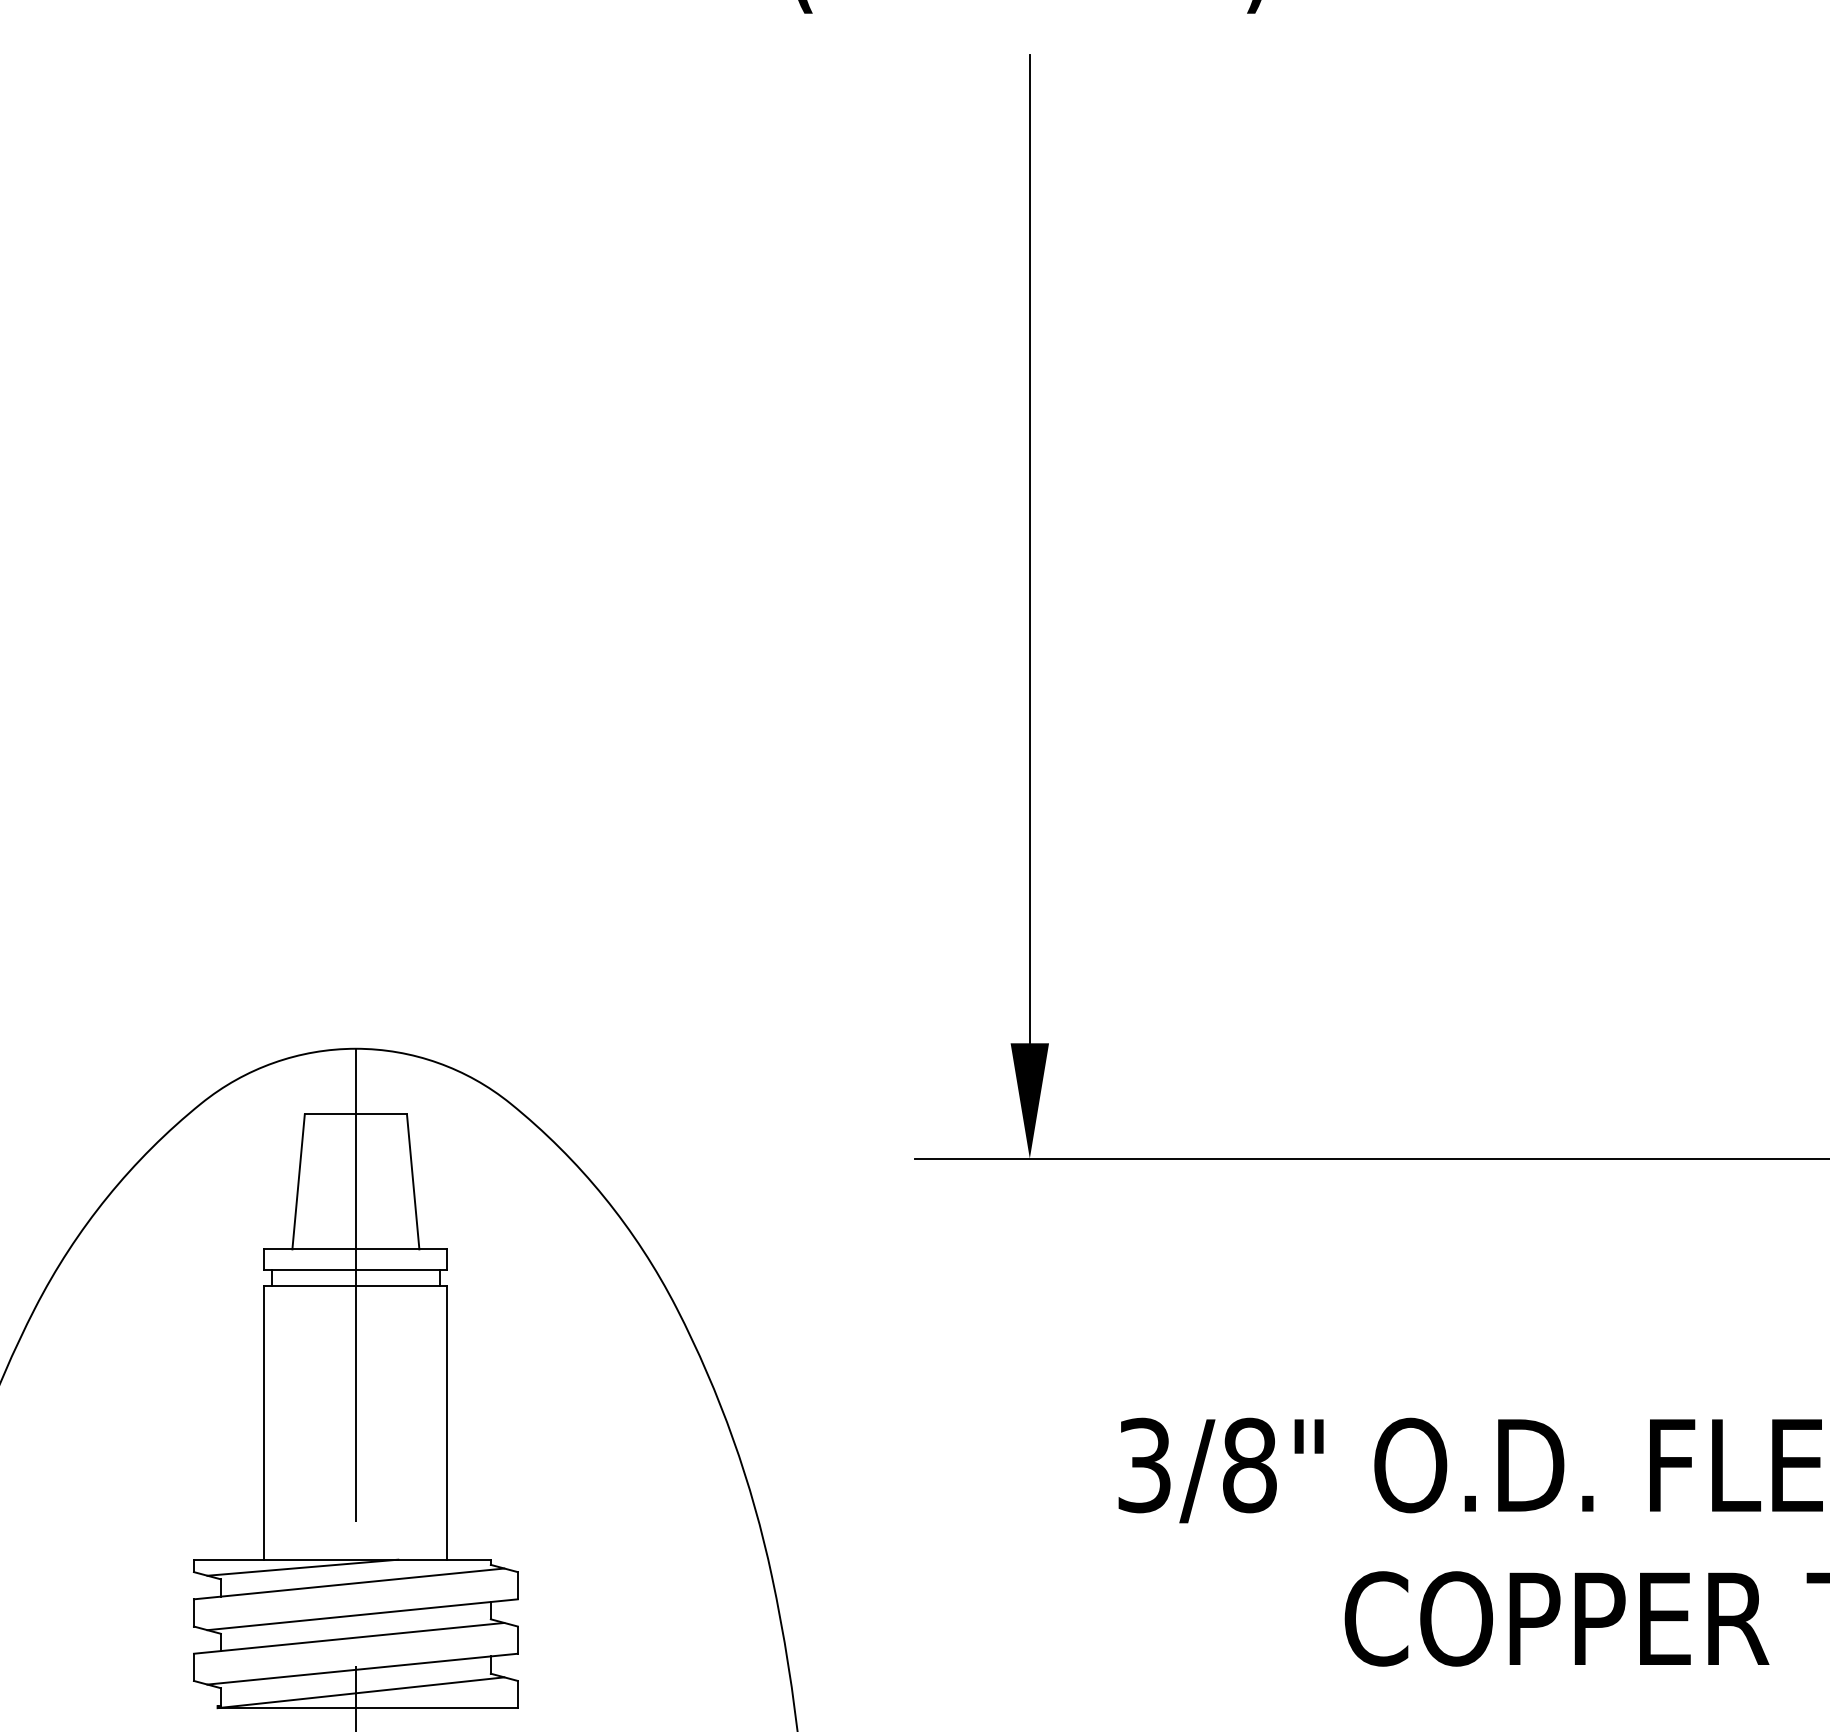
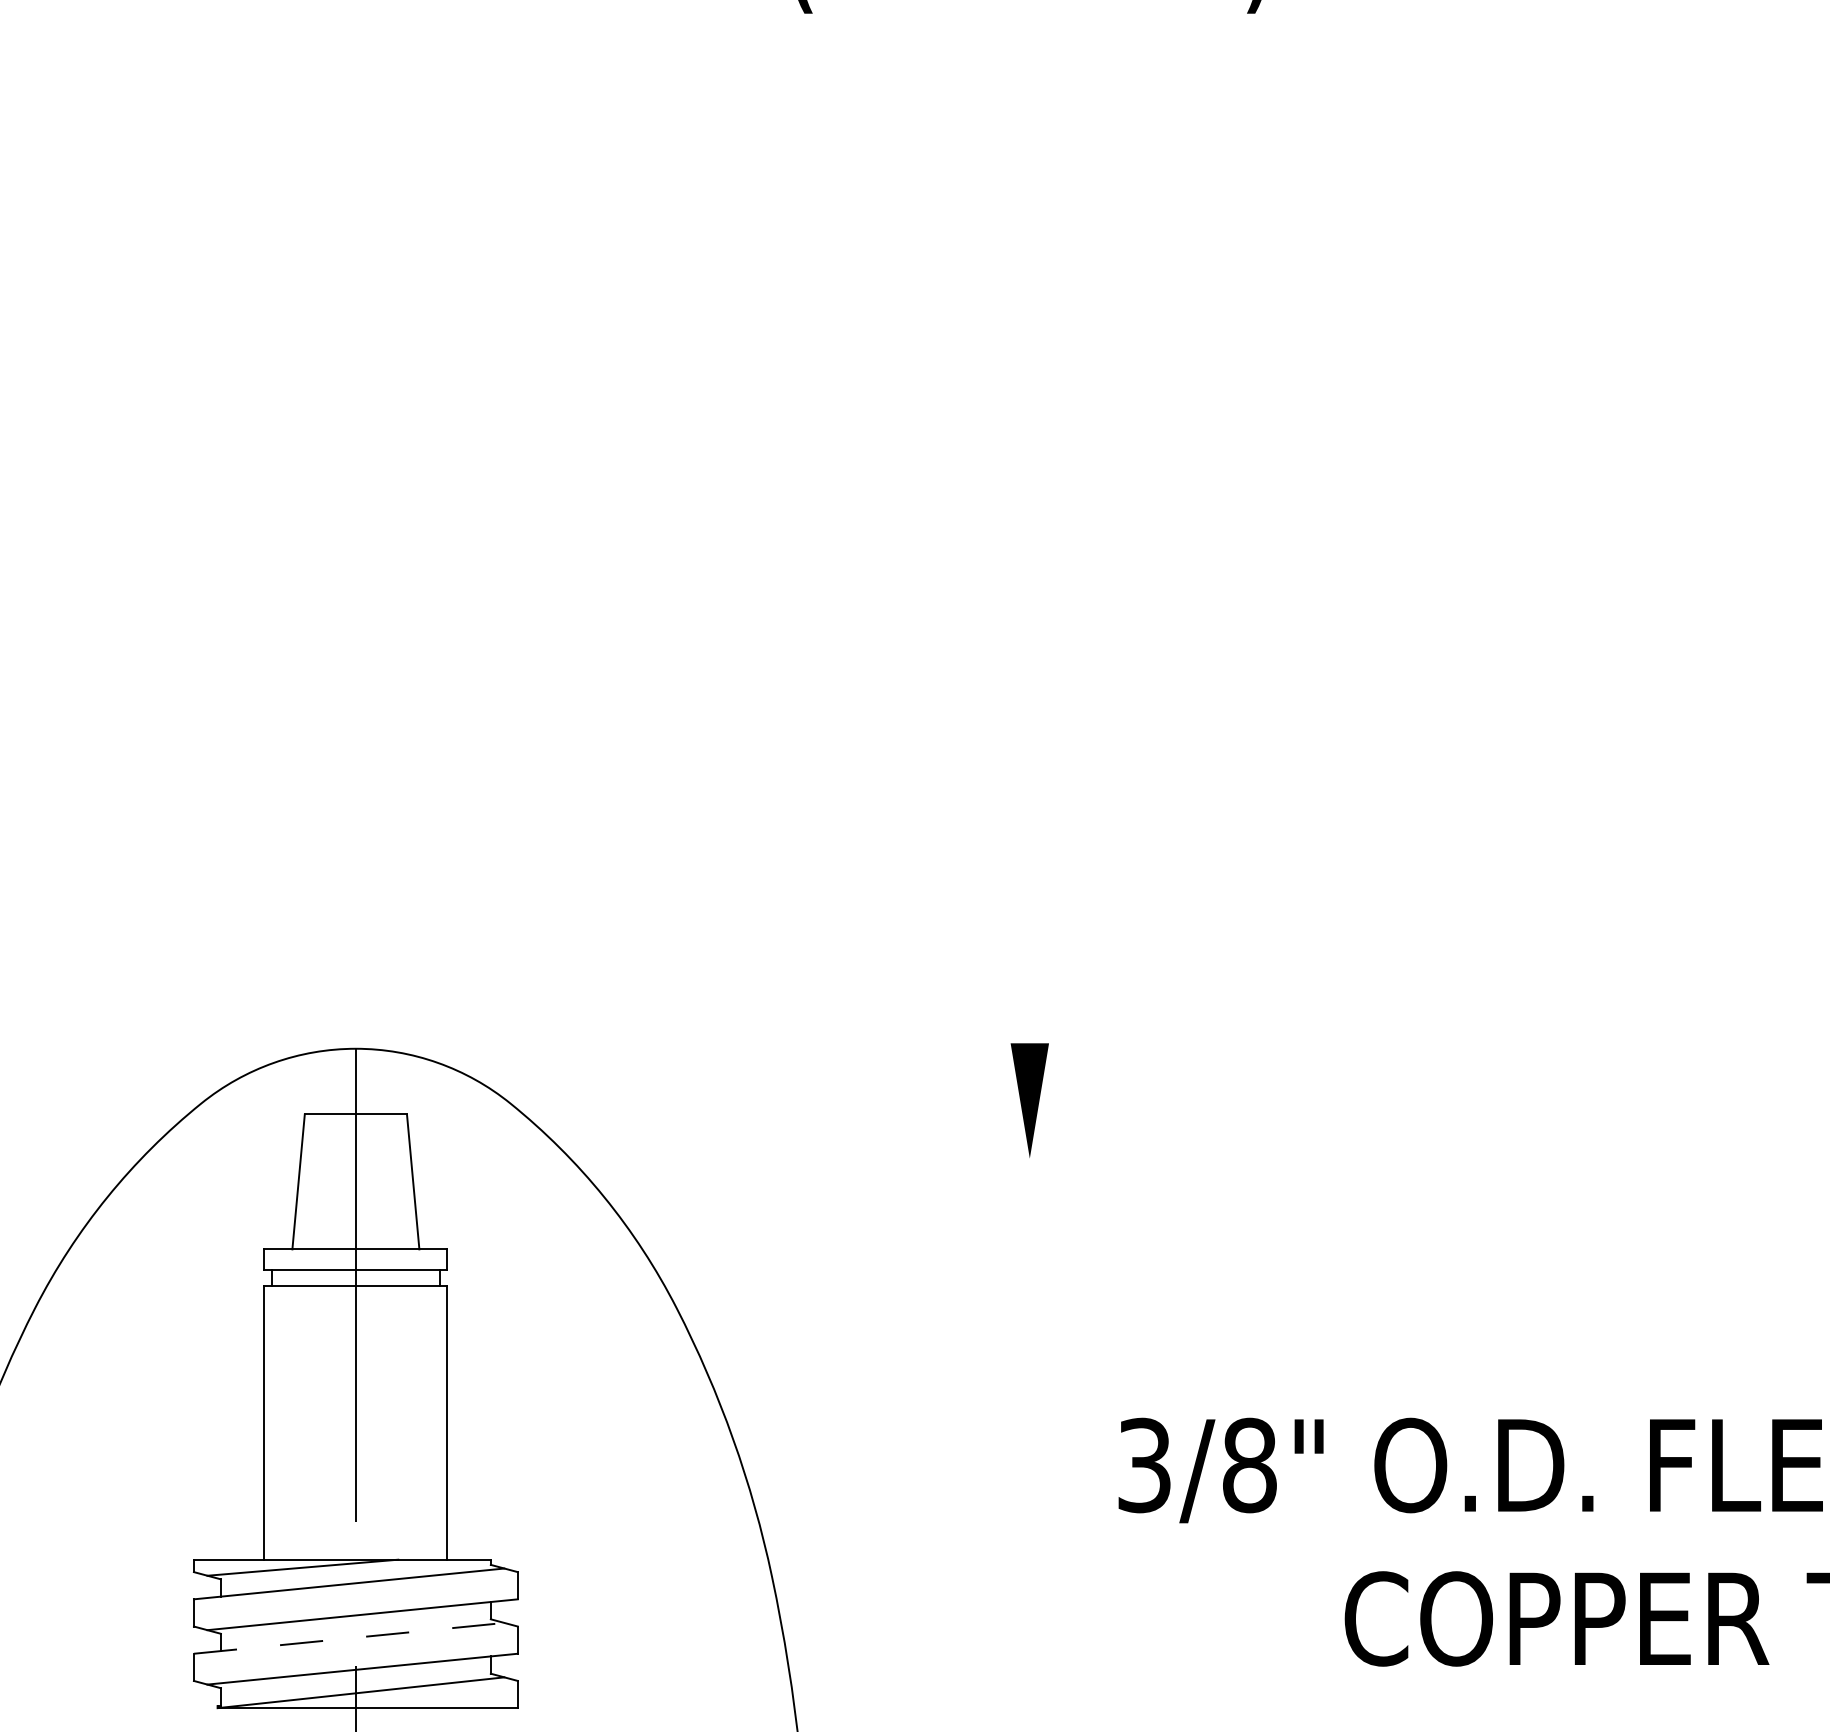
line at (1029, 549): present -> none
line at (1370, 1158): present -> none
line at (349, 1638): solid -> dashed
